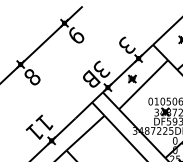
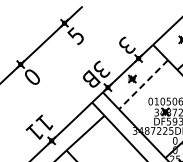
text at (75, 36): 6 -> 5
text at (32, 77): 8 -> 0
line at (143, 84): solid -> dashed
